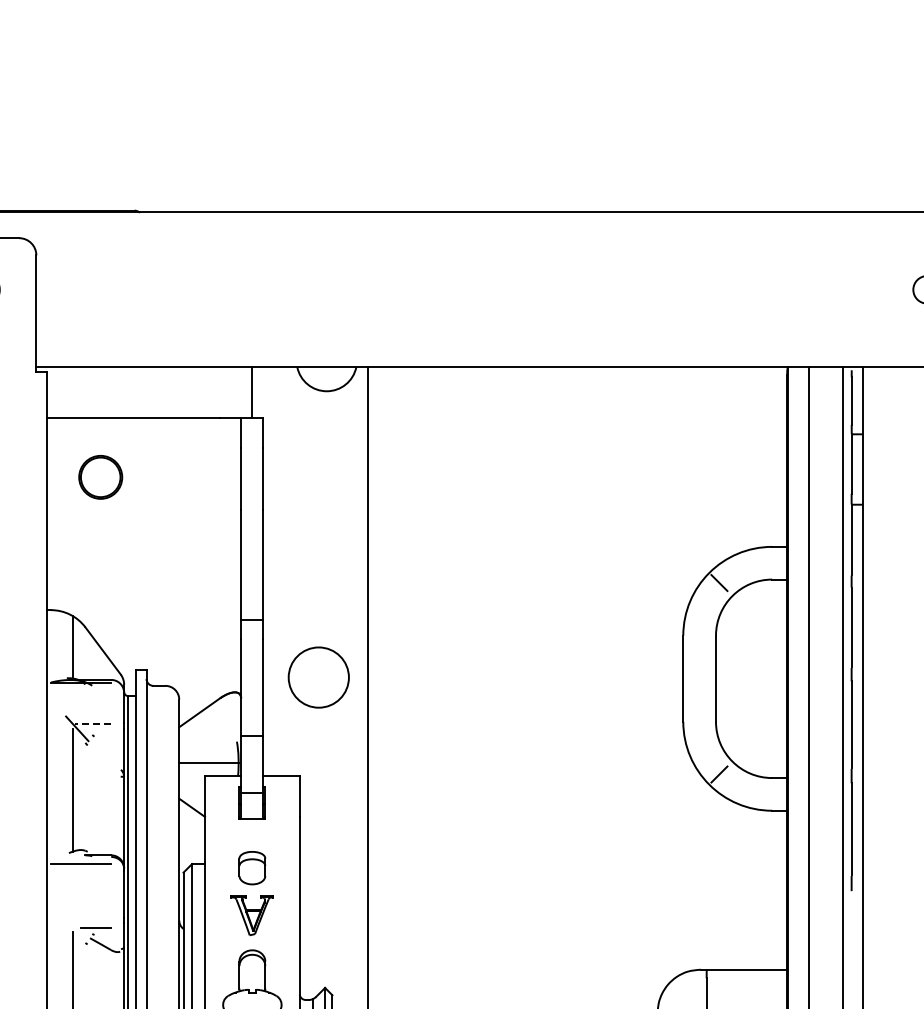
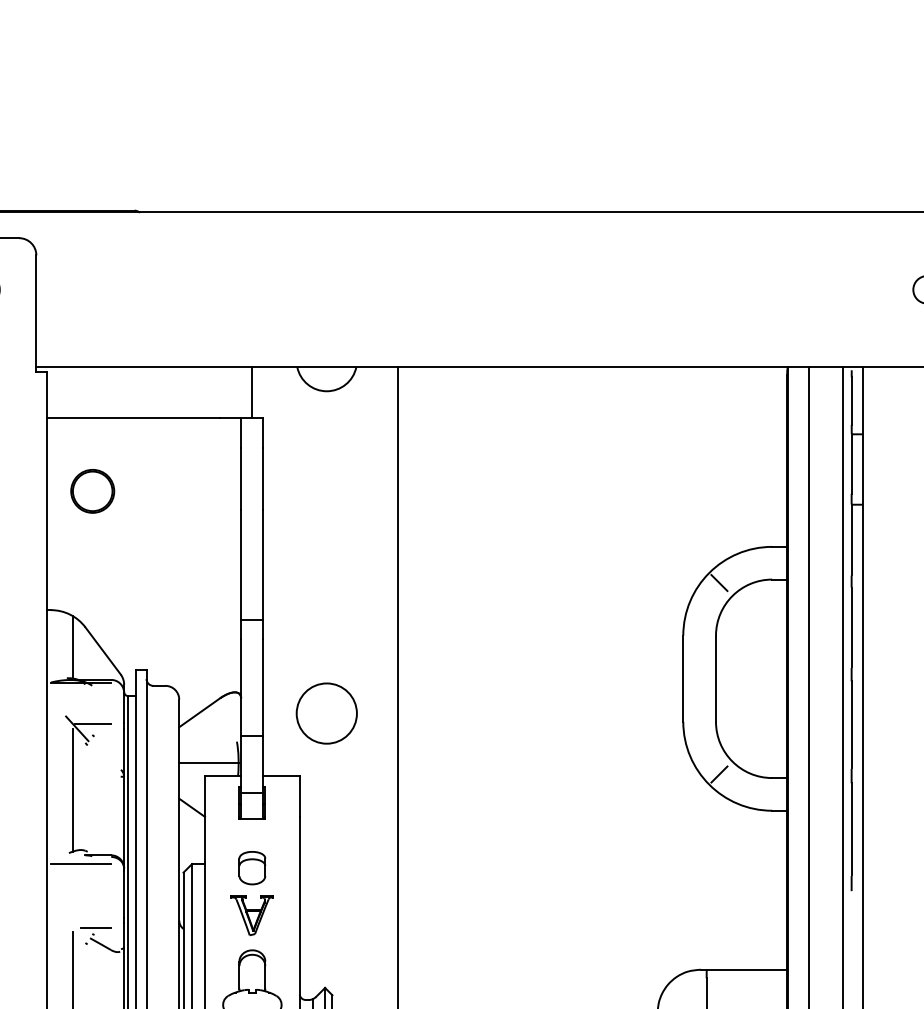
part at (100, 477) position: (100, 477) -> (92, 491)
circle at (318, 677) position: (318, 677) -> (326, 713)
line at (368, 686) position: (368, 686) -> (398, 686)
line at (92, 723): dashed -> solid
